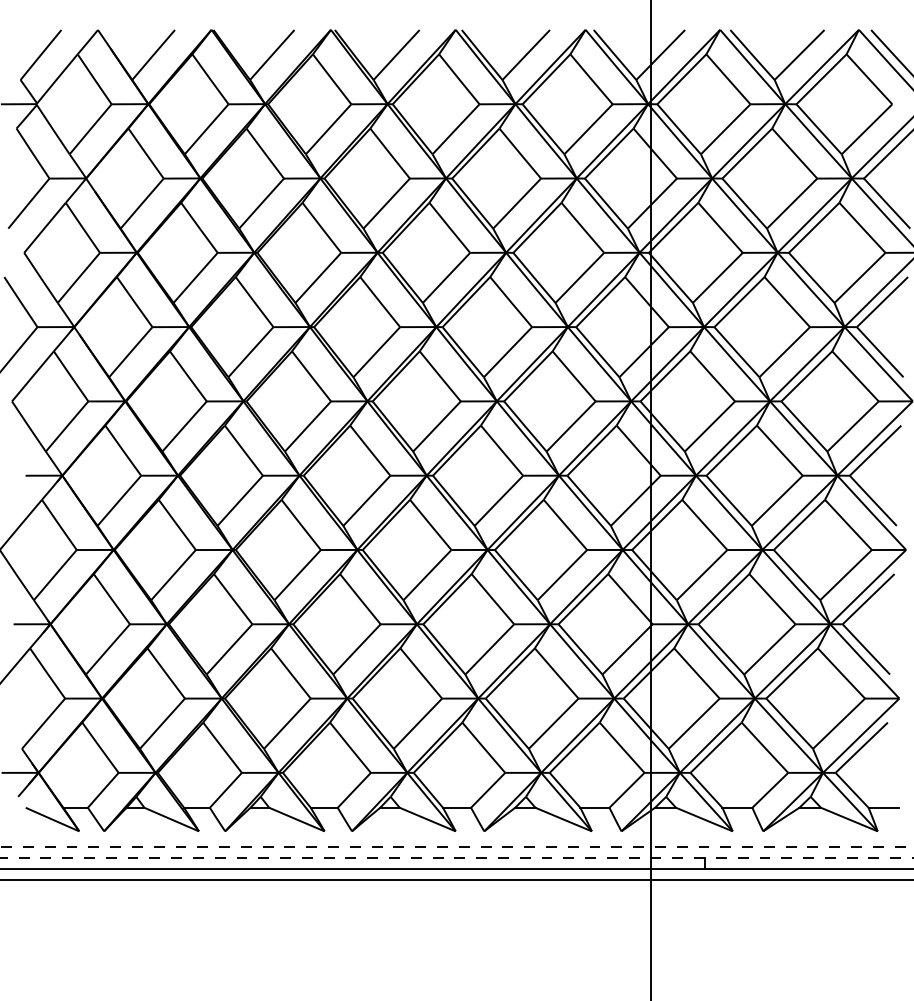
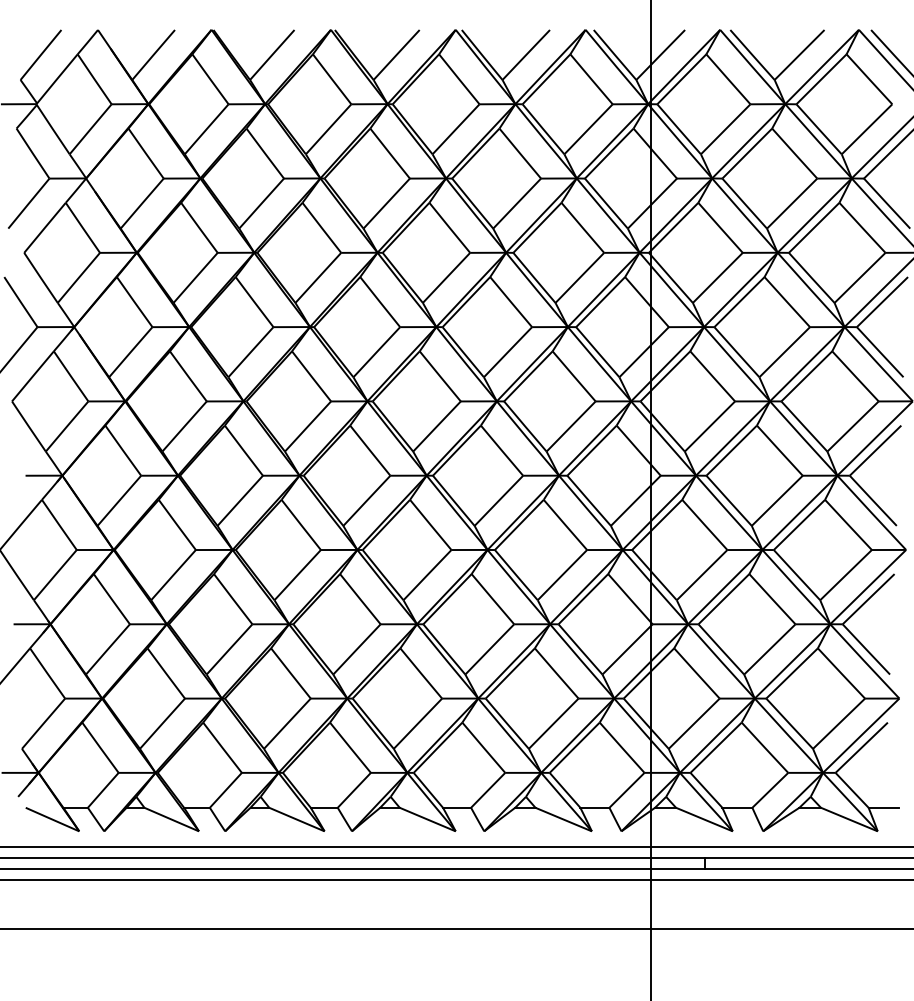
line at (457, 847): dashed -> solid
line at (457, 858): dashed -> solid
line at (456, 929): none -> present
